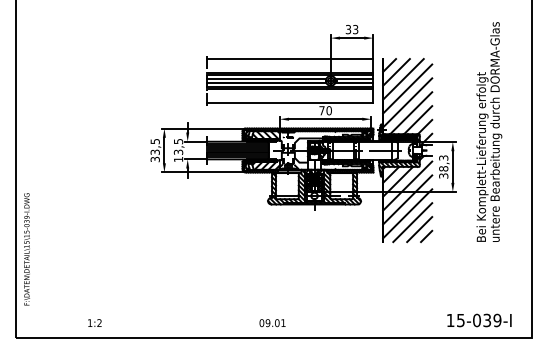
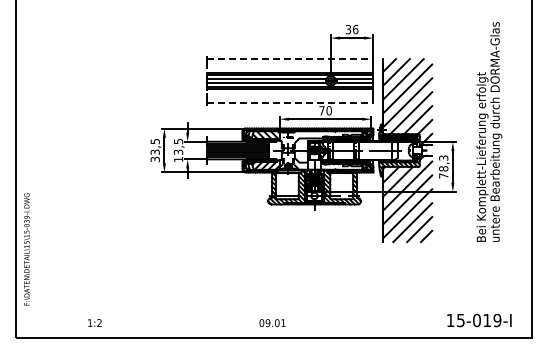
text at (355, 29): 33 -> 36
line at (290, 59): solid -> dashed
line at (290, 102): solid -> dashed
text at (443, 175): 38,3 -> 78,3
text at (487, 320): 15-039-I -> 15-019-I
